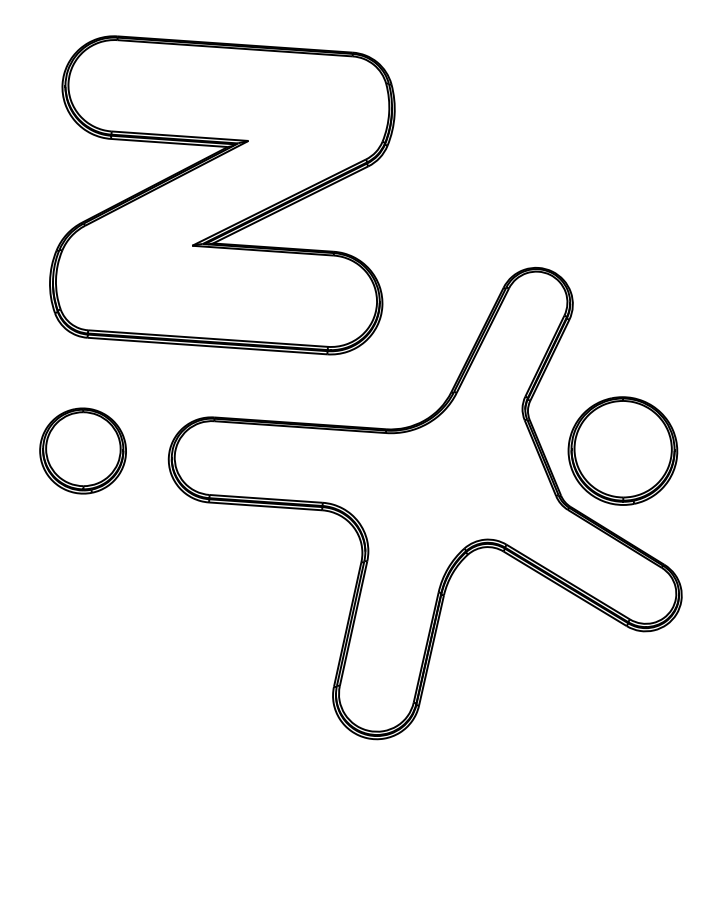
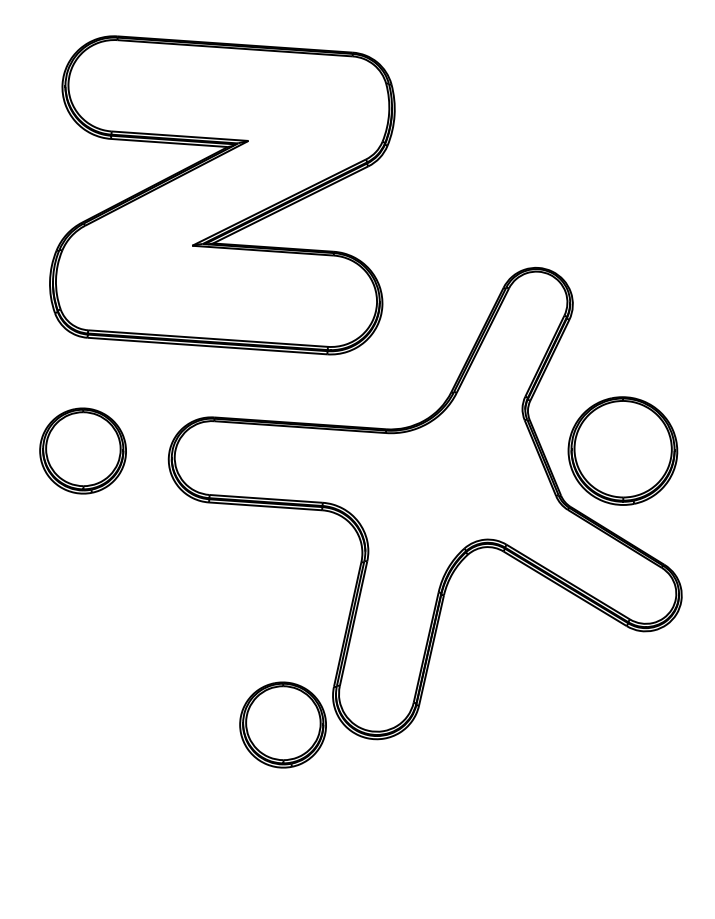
part at (282, 724): none -> present
